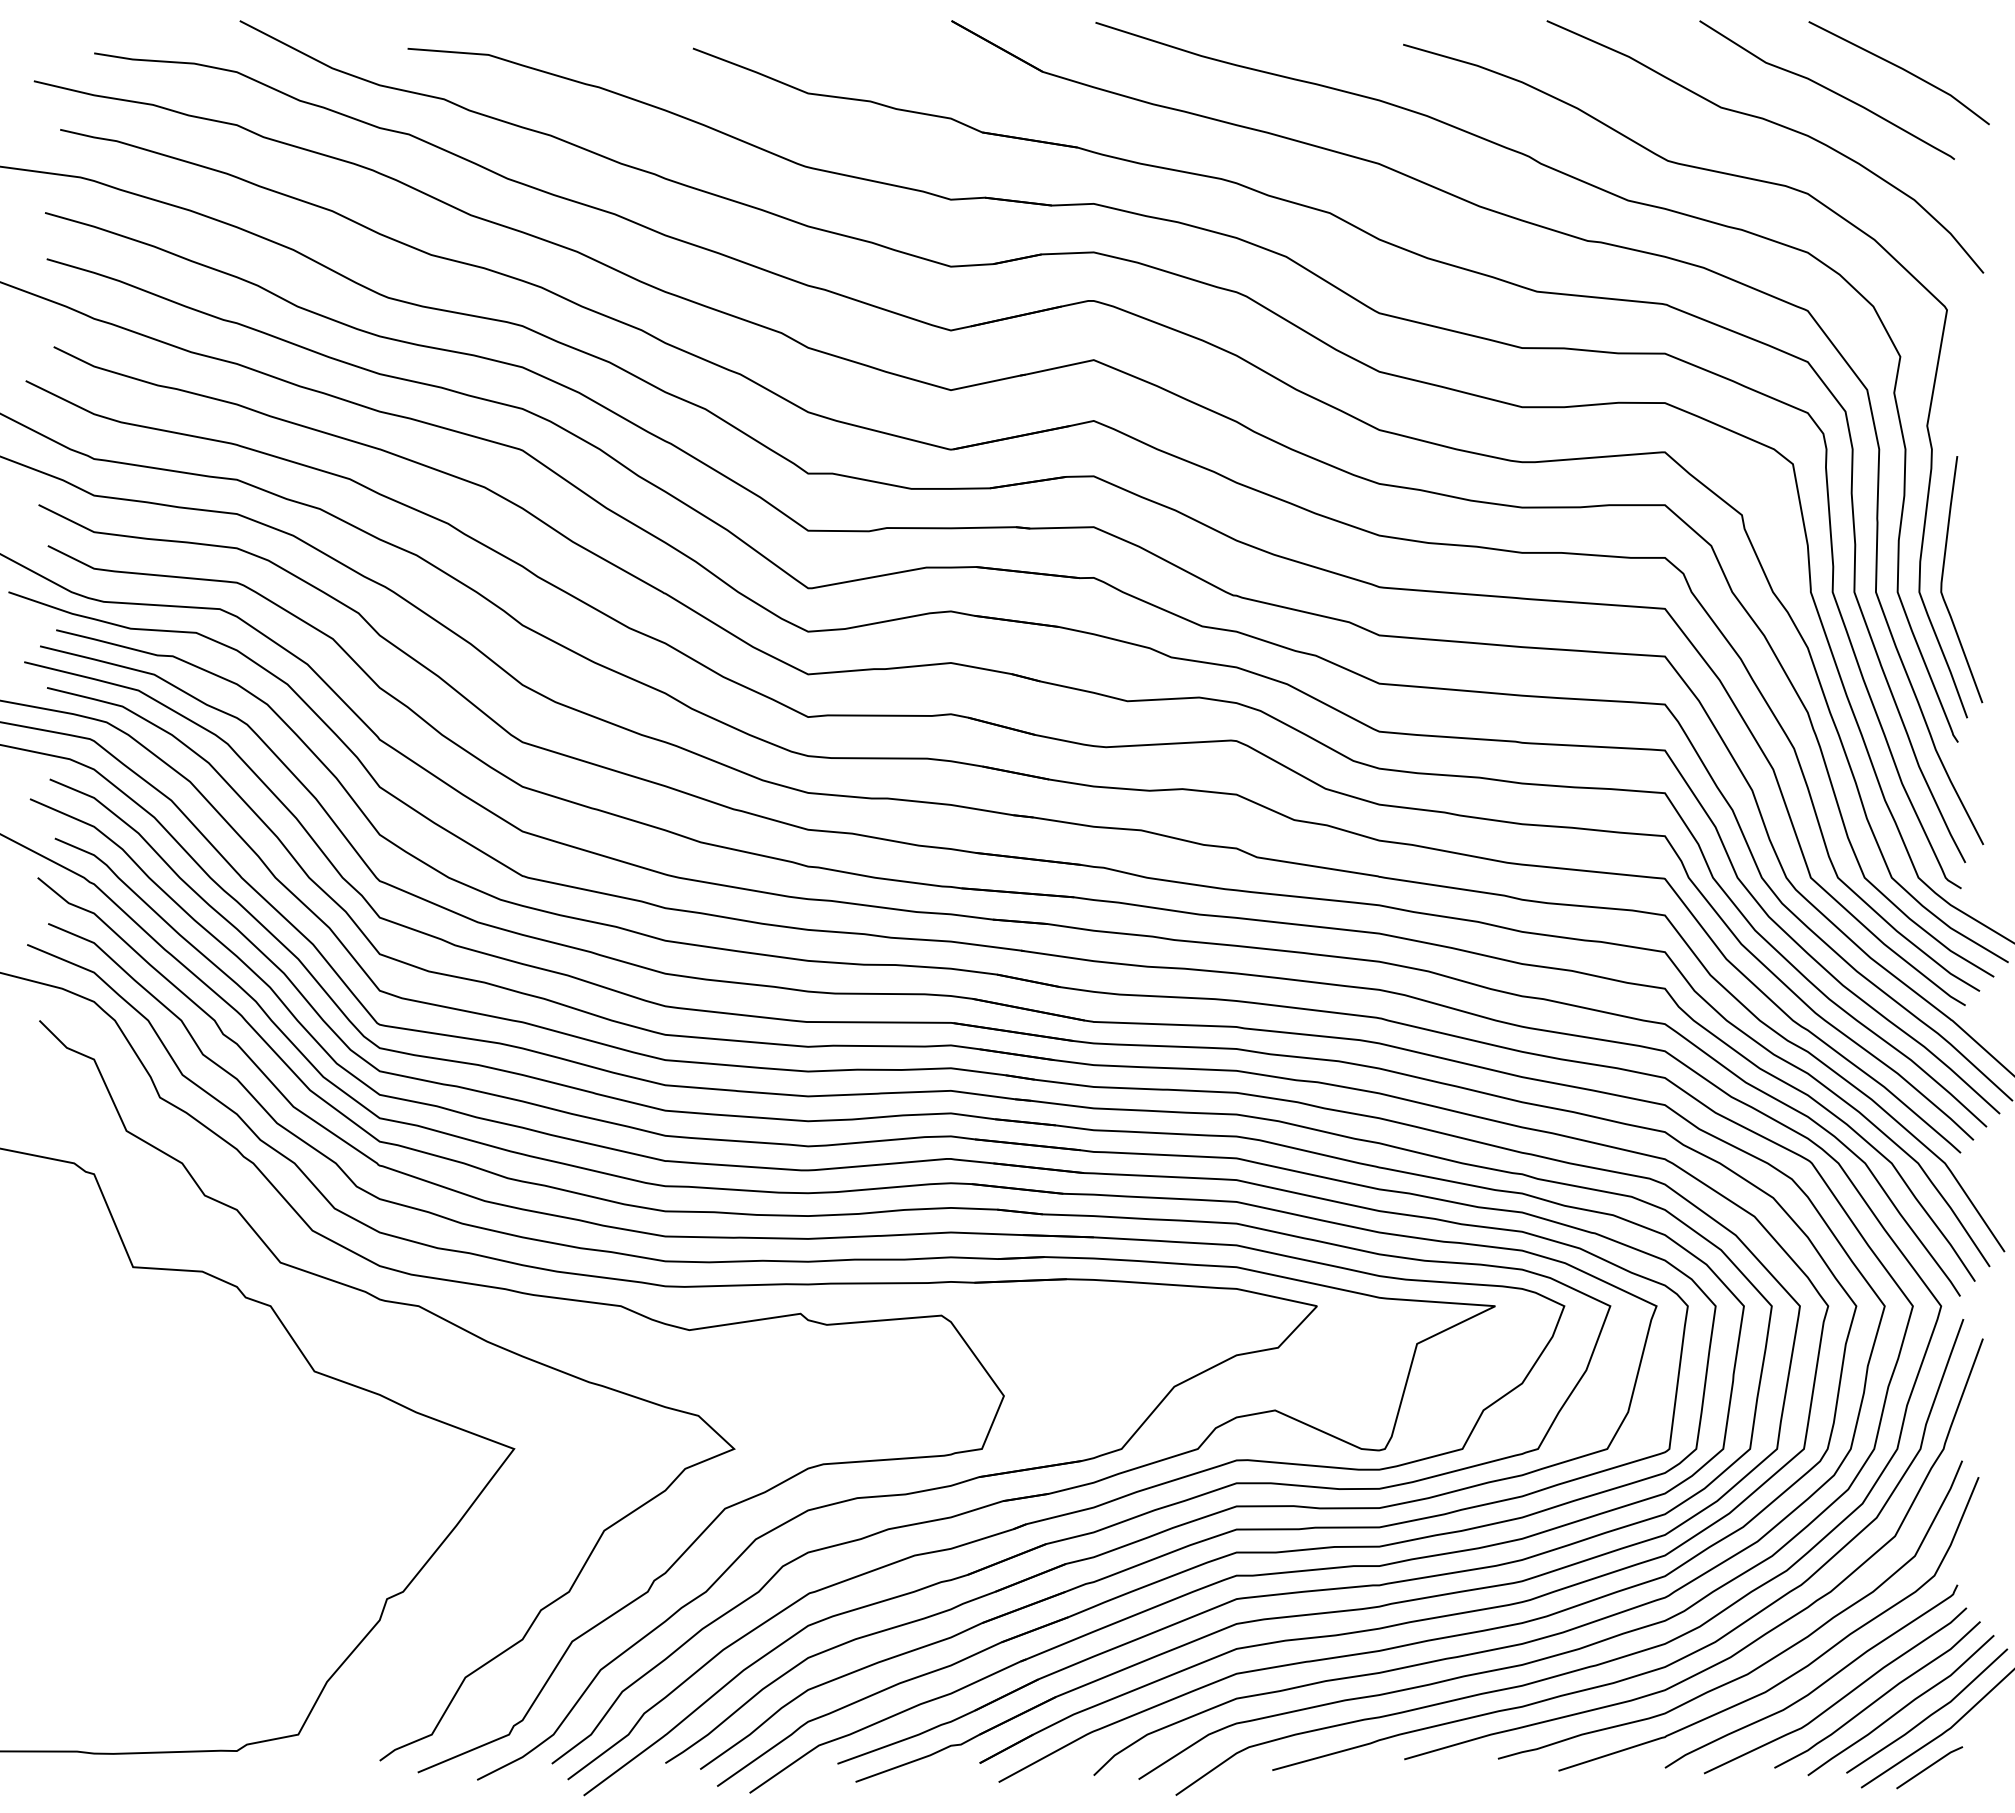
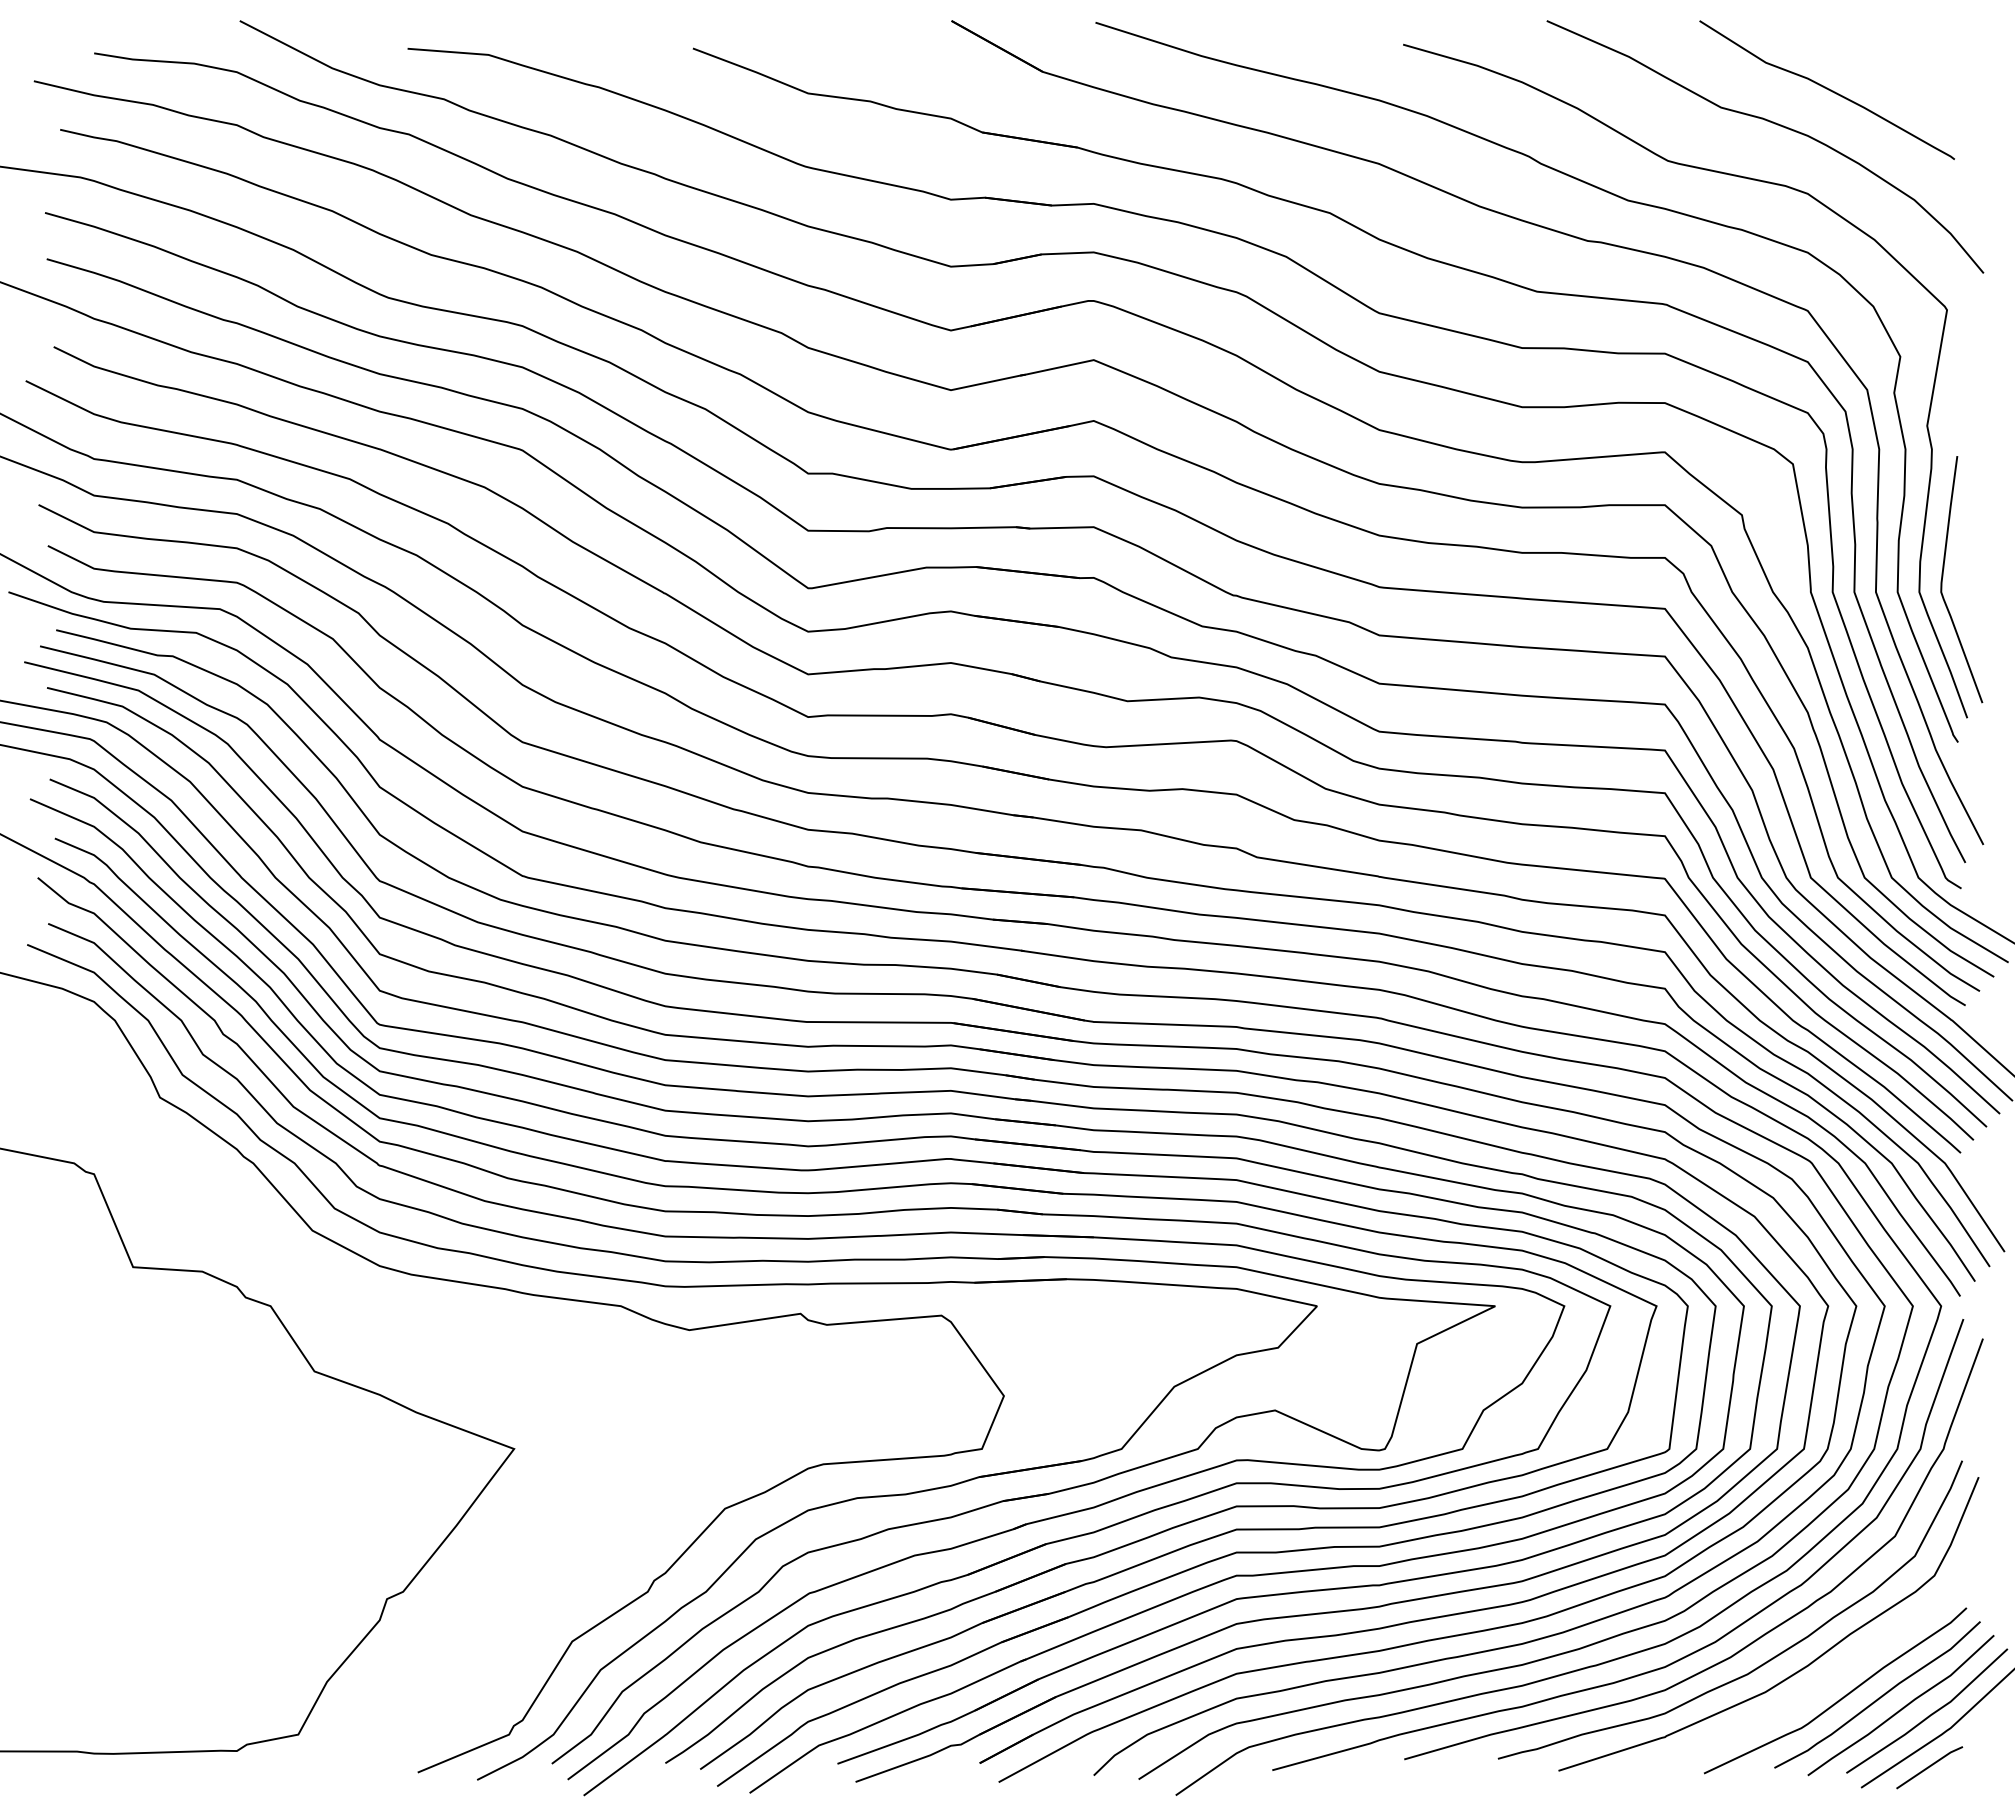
line at (1901, 69): present -> none
curve at (399, 1304): present -> none
curve at (1817, 1686): present -> none
